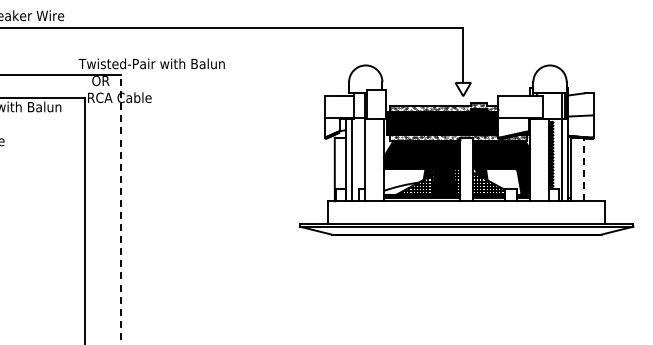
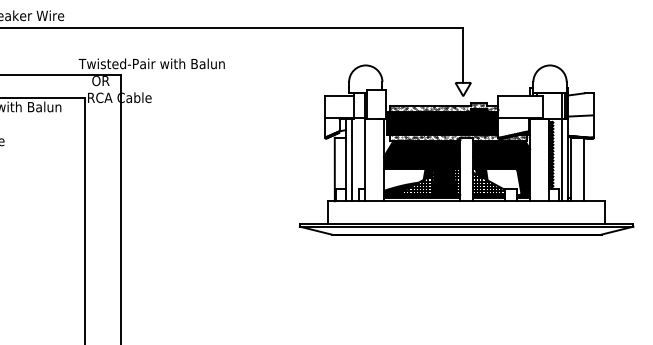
line at (584, 169): dashed -> solid
fill at (401, 188): none -> present
line at (120, 209): dashed -> solid
